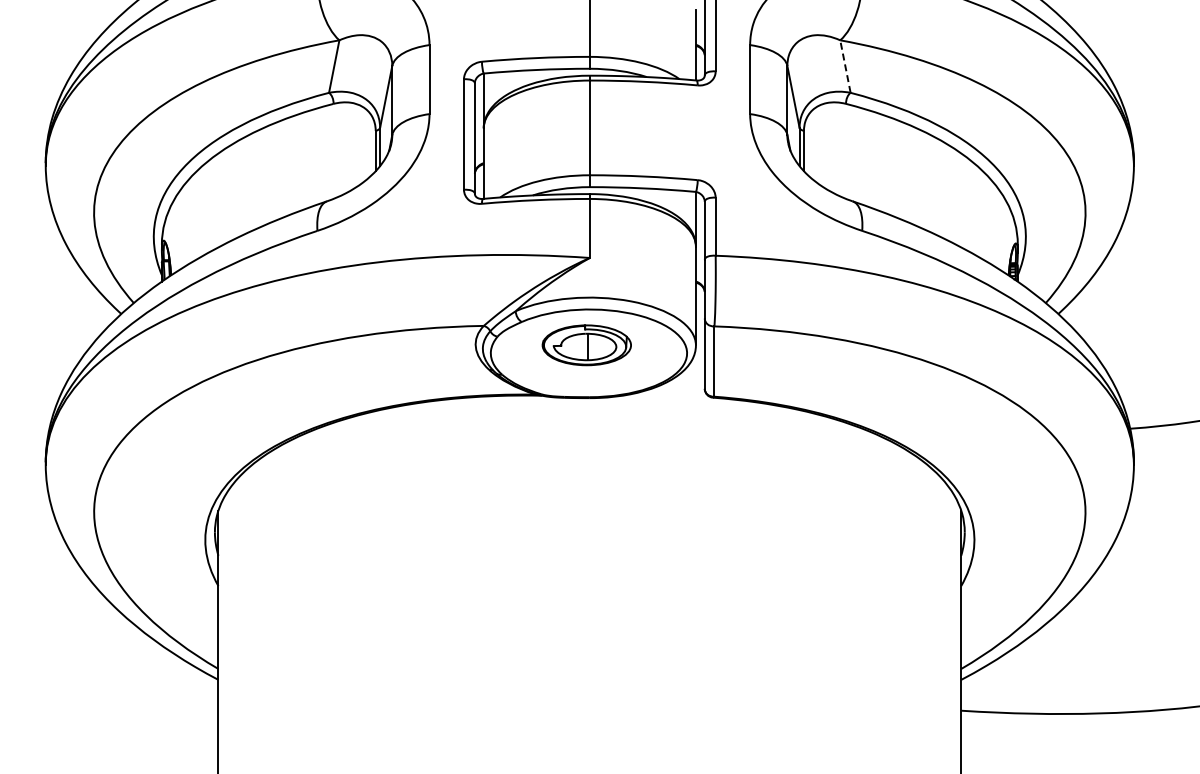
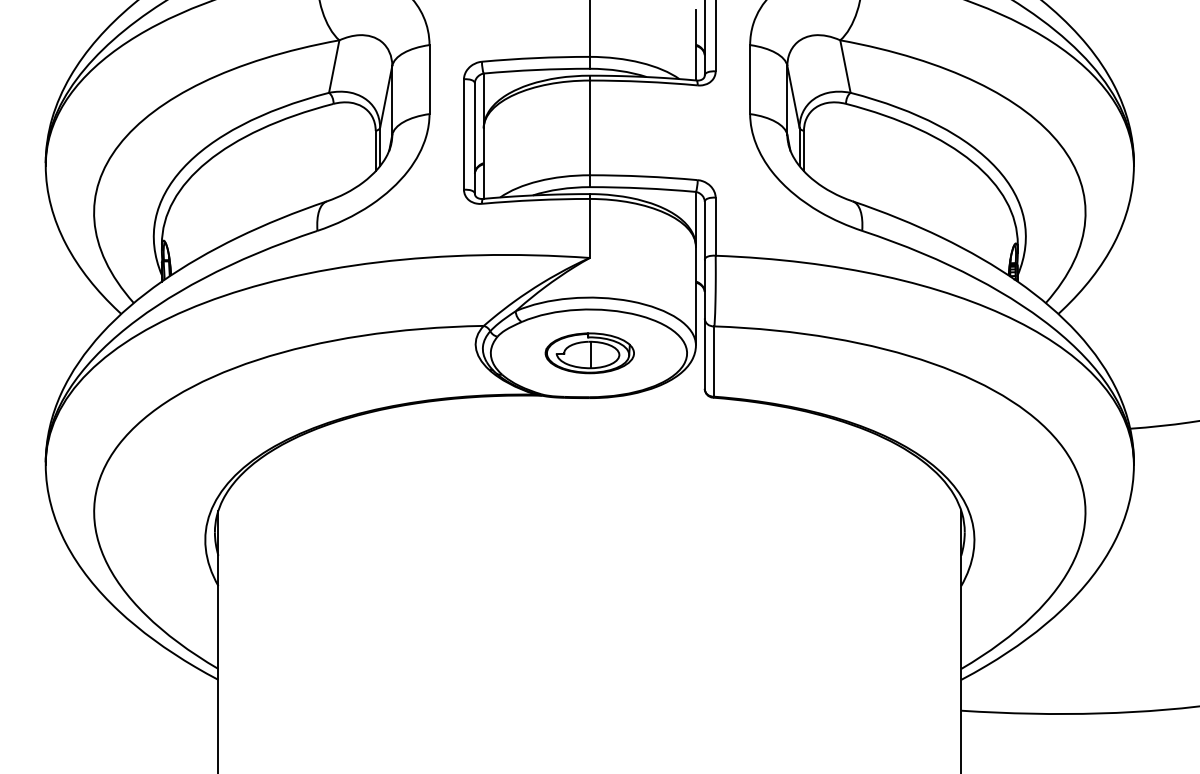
line at (845, 66): dashed -> solid
part at (586, 345) position: (586, 345) -> (589, 353)
